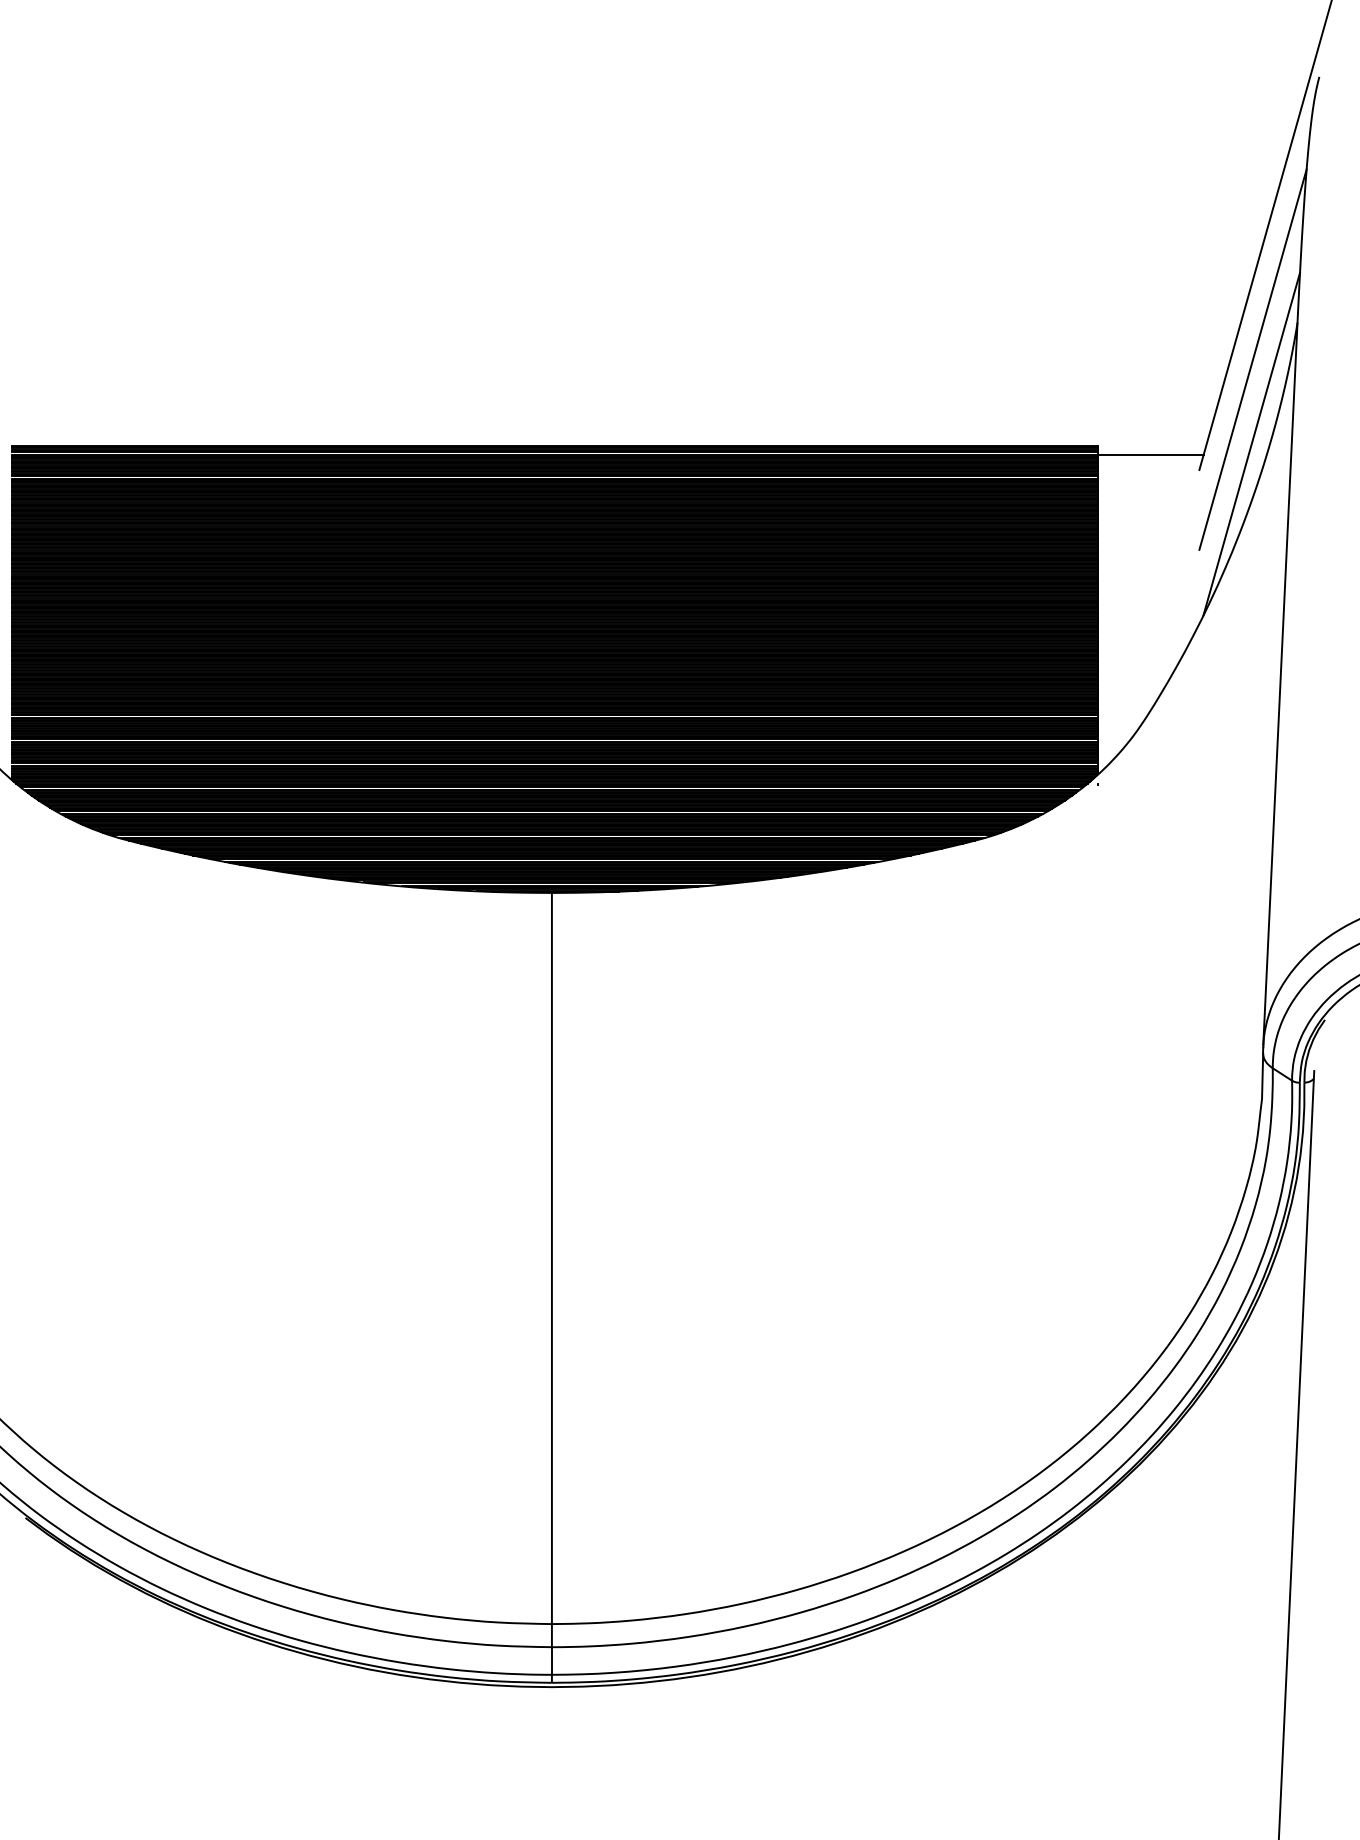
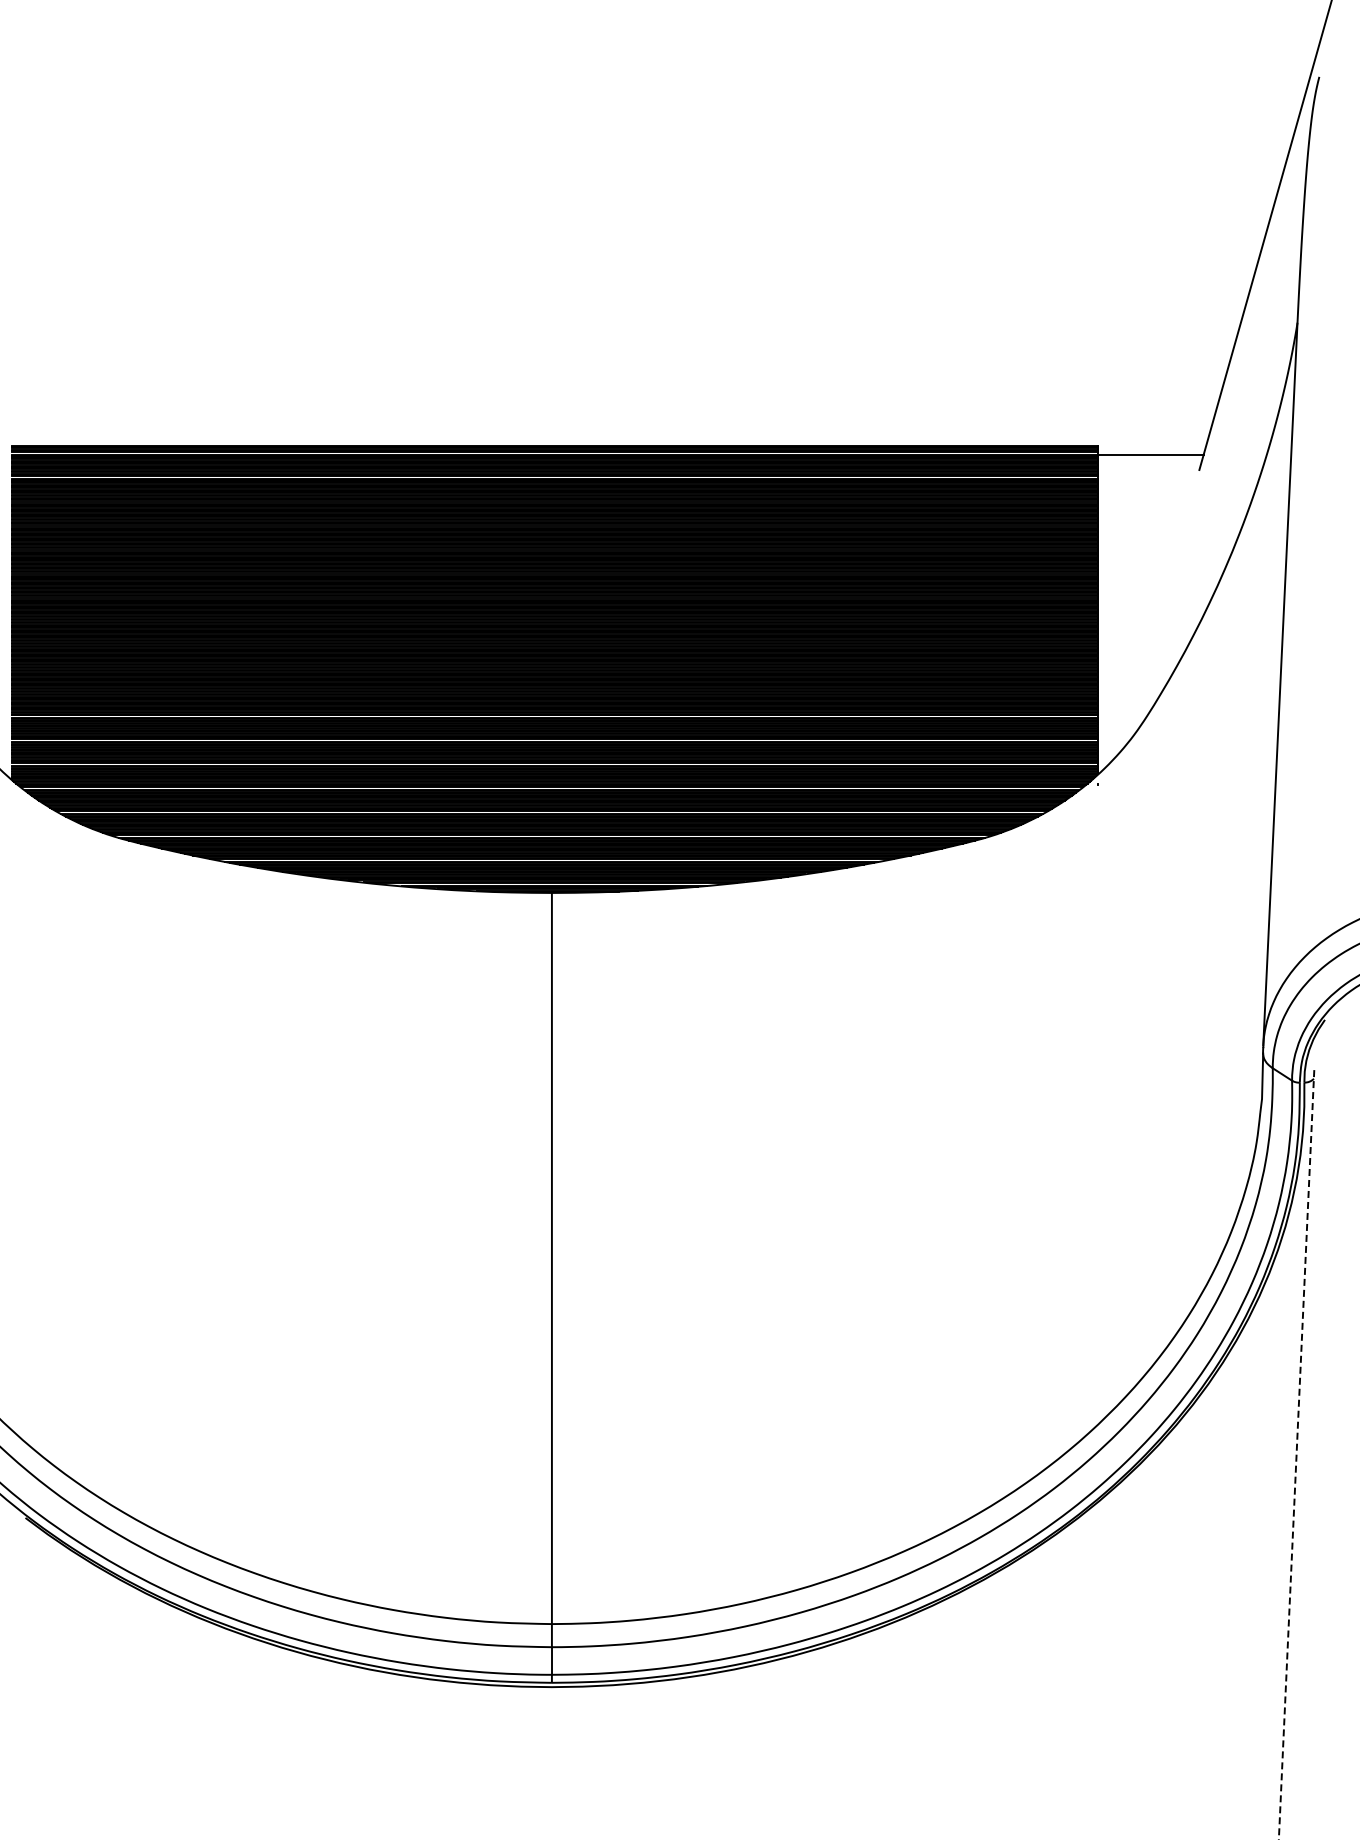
line at (1252, 359): present -> none
line at (1251, 443): present -> none
line at (1296, 1455): solid -> dashed
